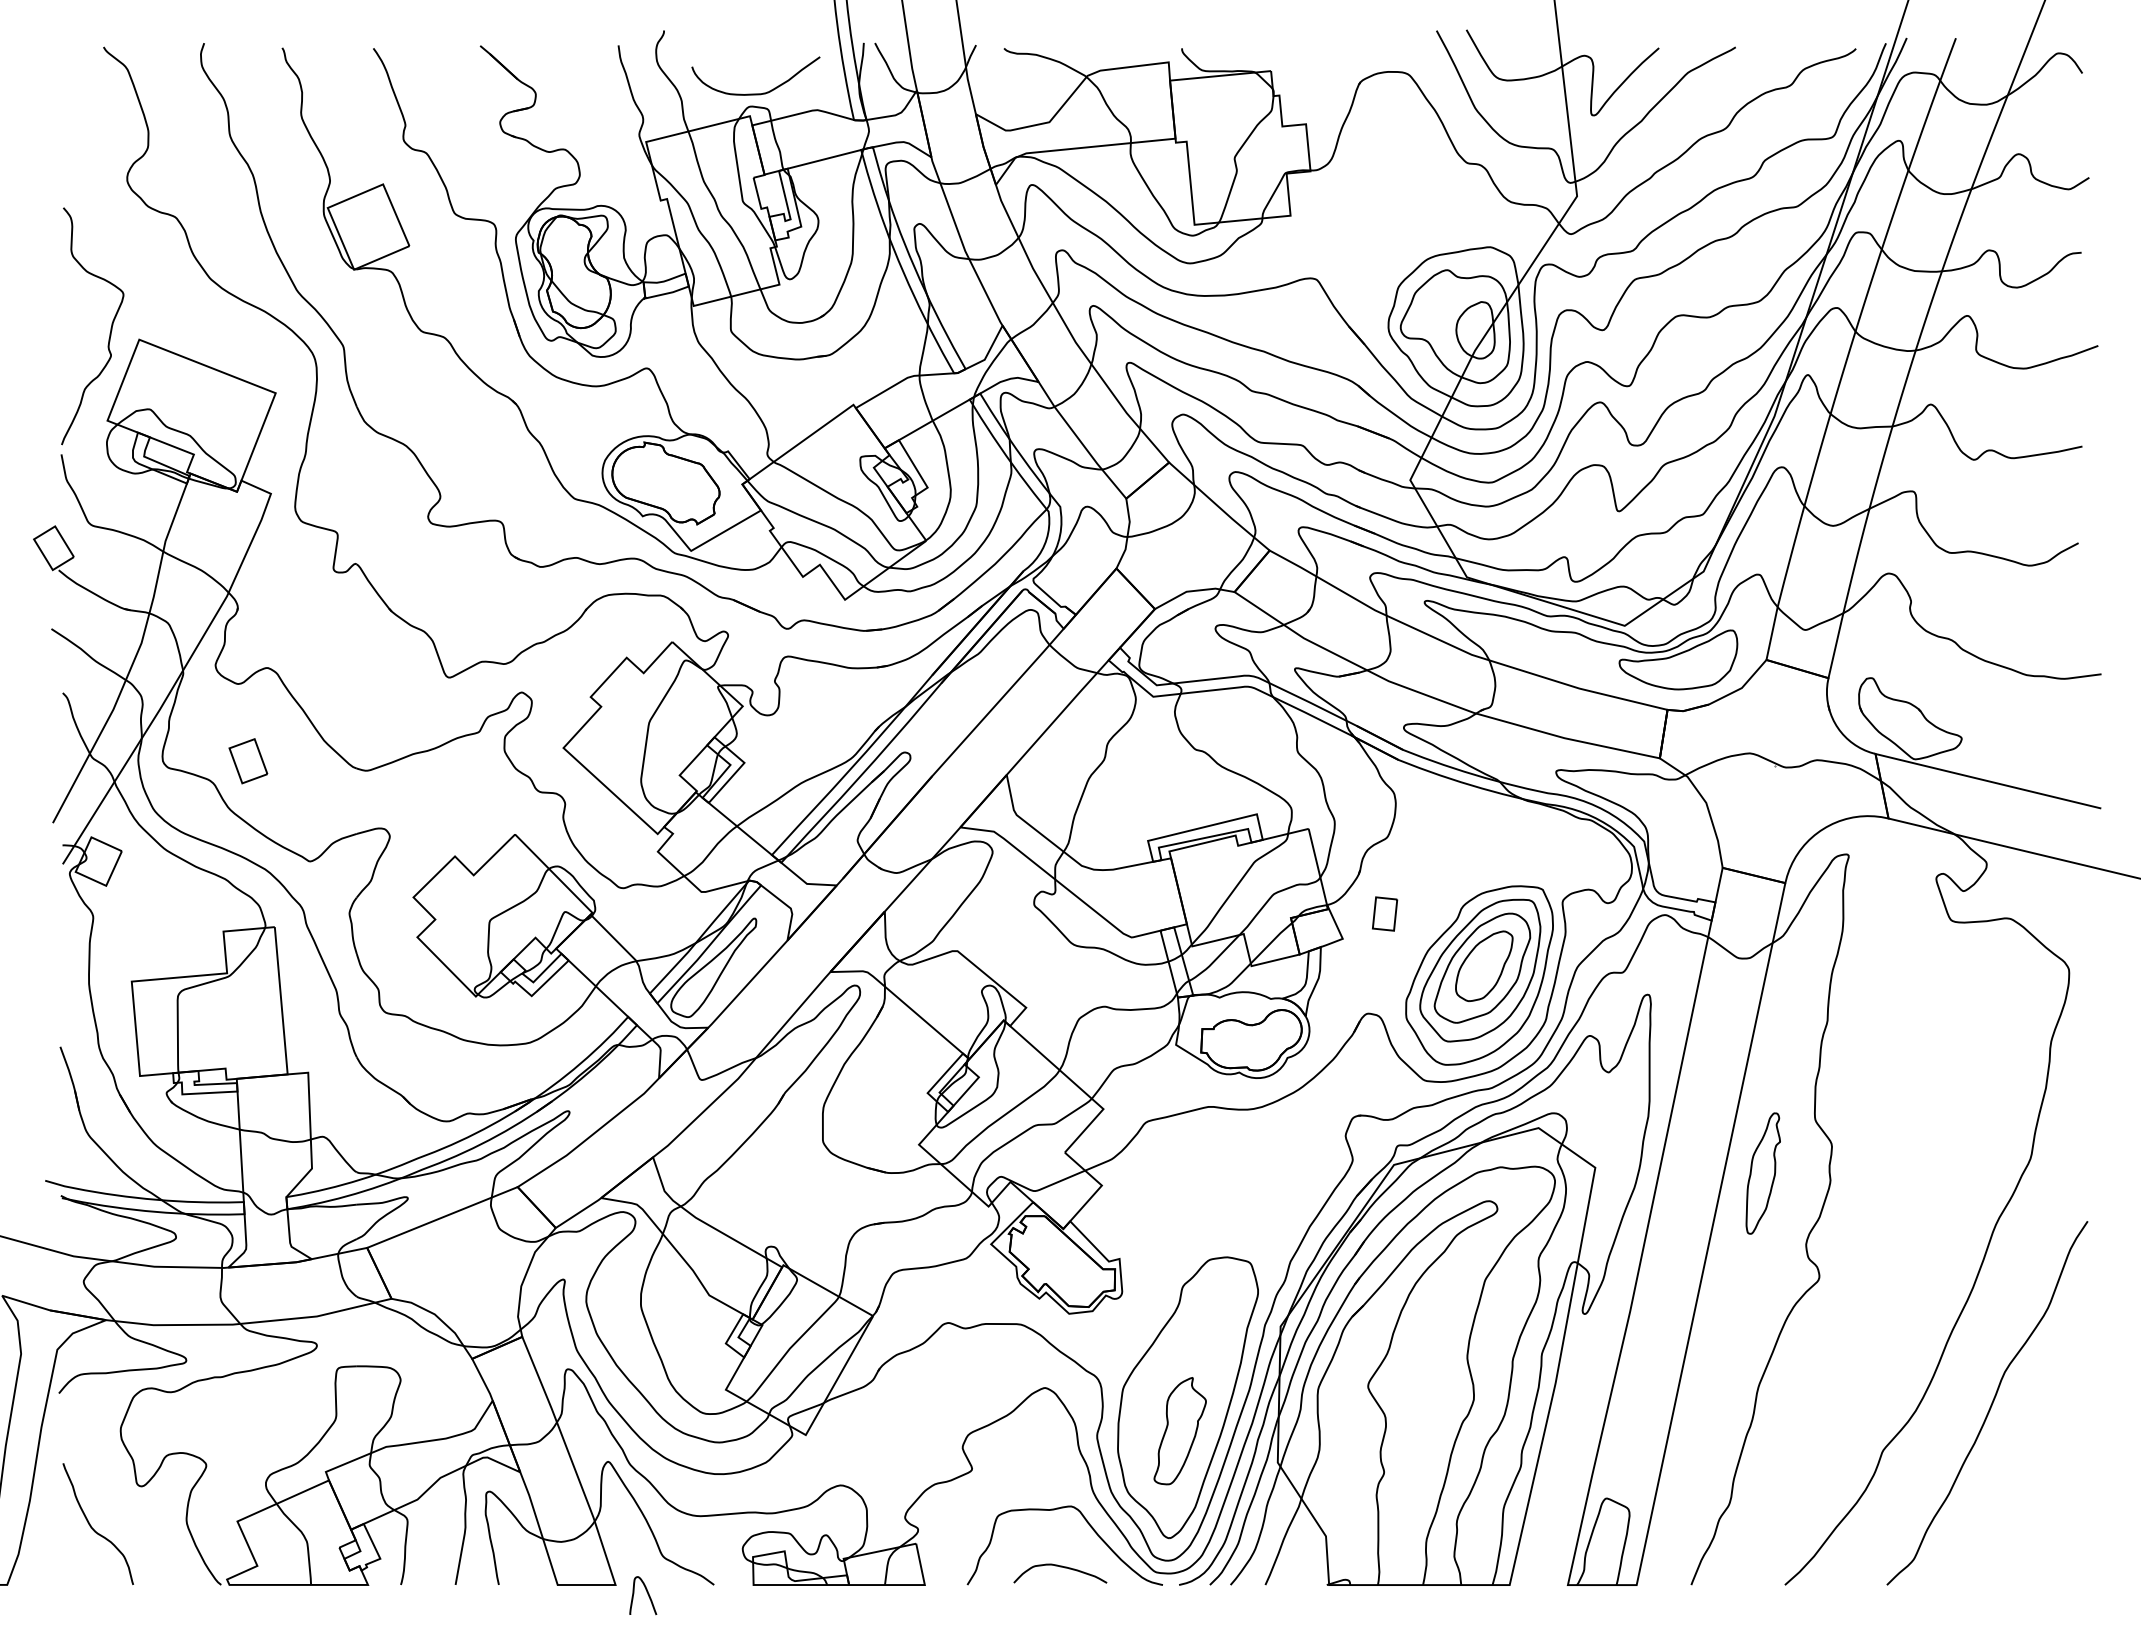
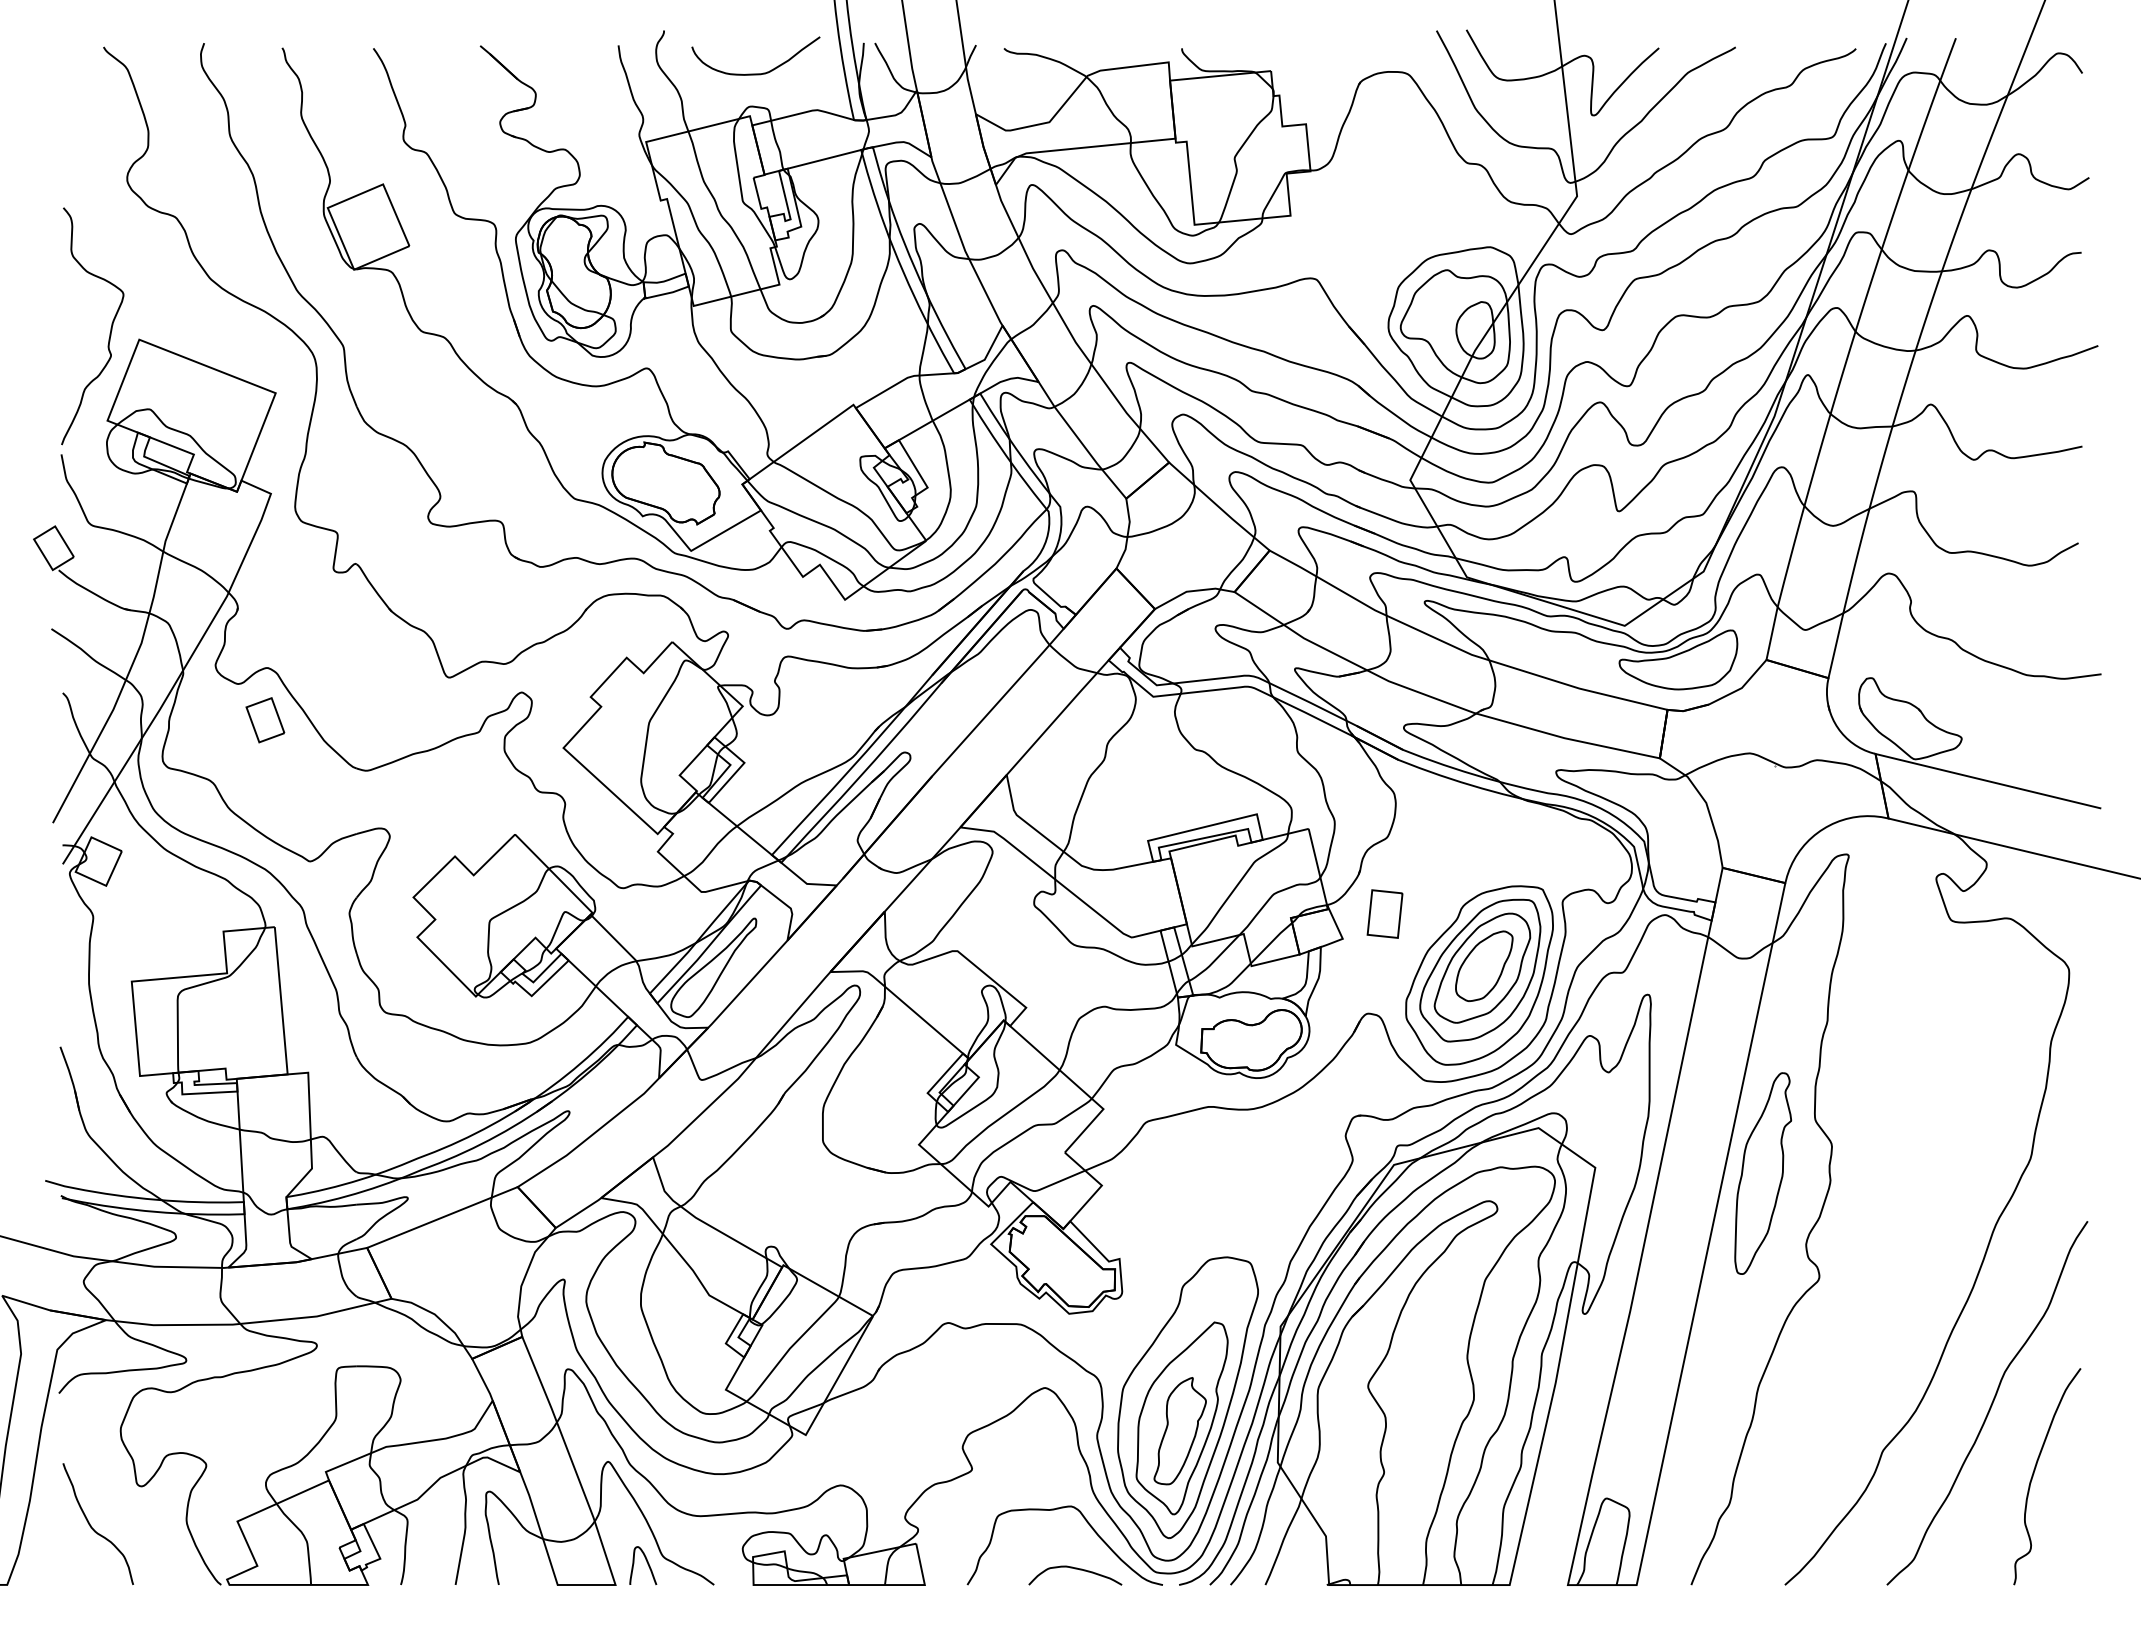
curve at (755, 93) position: (755, 93) -> (755, 73)
part at (248, 761) position: (248, 761) -> (265, 720)
part at (1385, 913) size: 27x36 px -> 38x50 px
part at (1762, 1173) size: 36x123 px -> 59x203 px
part at (1181, 1418): none -> present
curve at (2034, 1473): none -> present
curve at (1060, 1567) position: (1060, 1567) -> (1075, 1569)
curve at (647, 1594) position: (647, 1594) -> (647, 1564)
